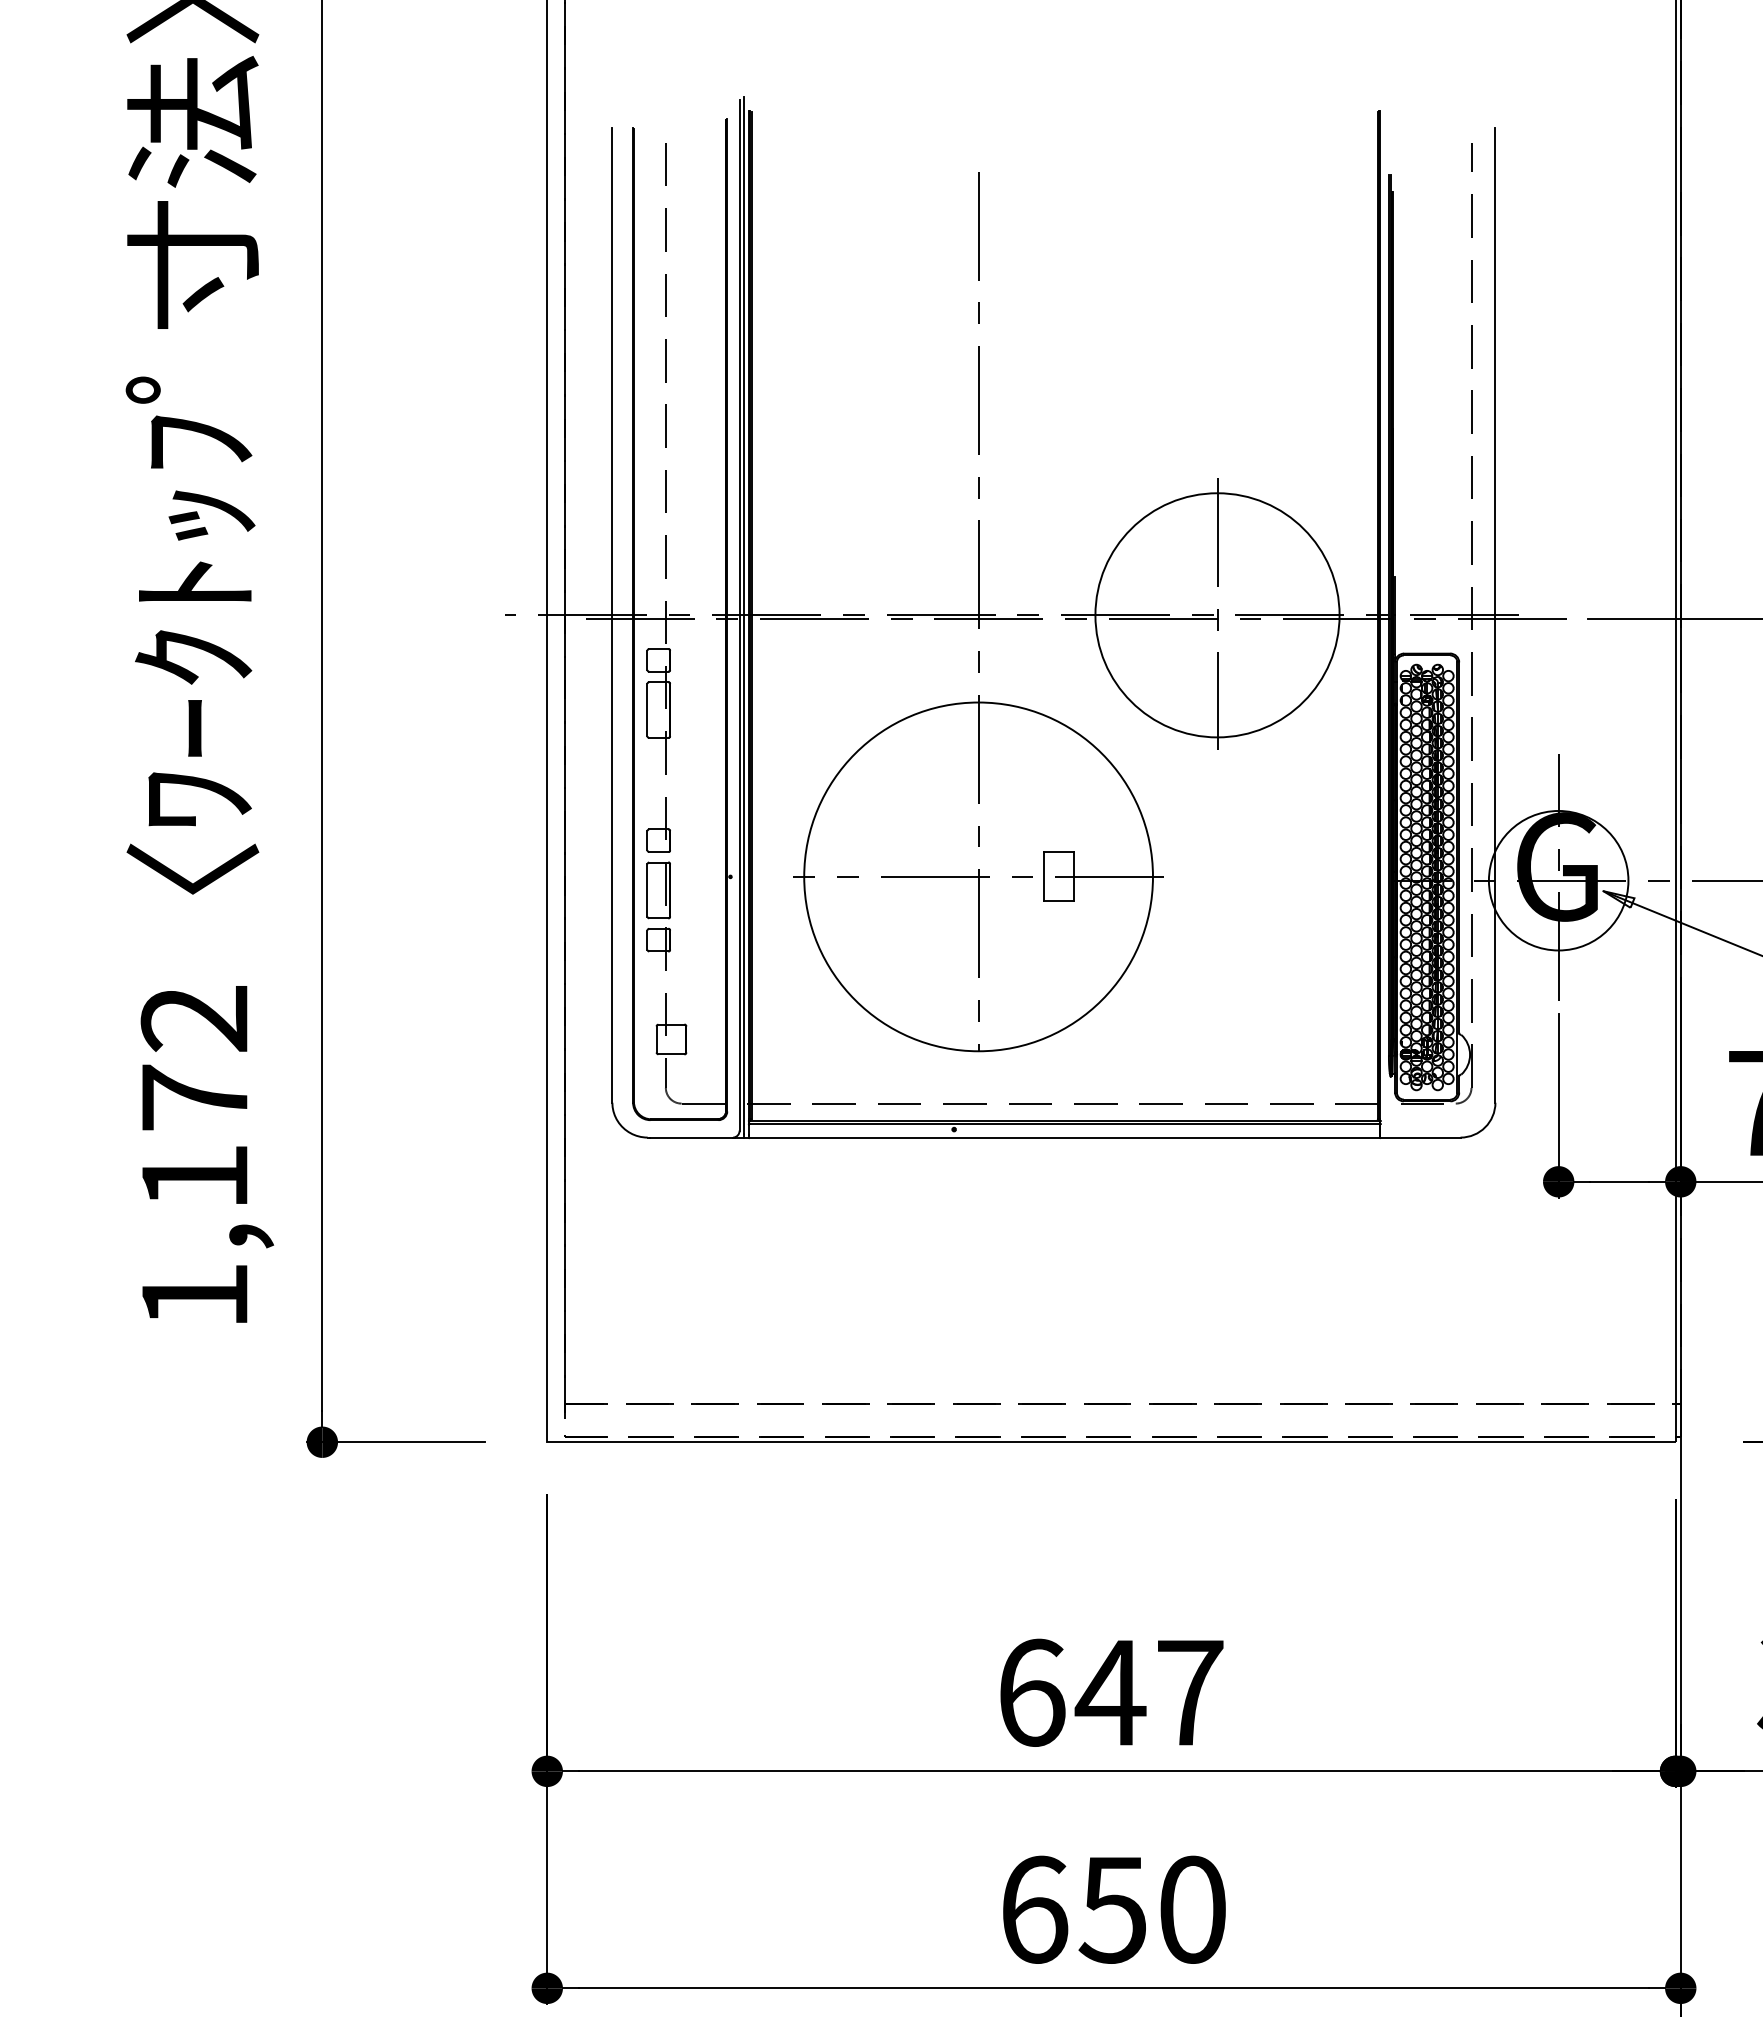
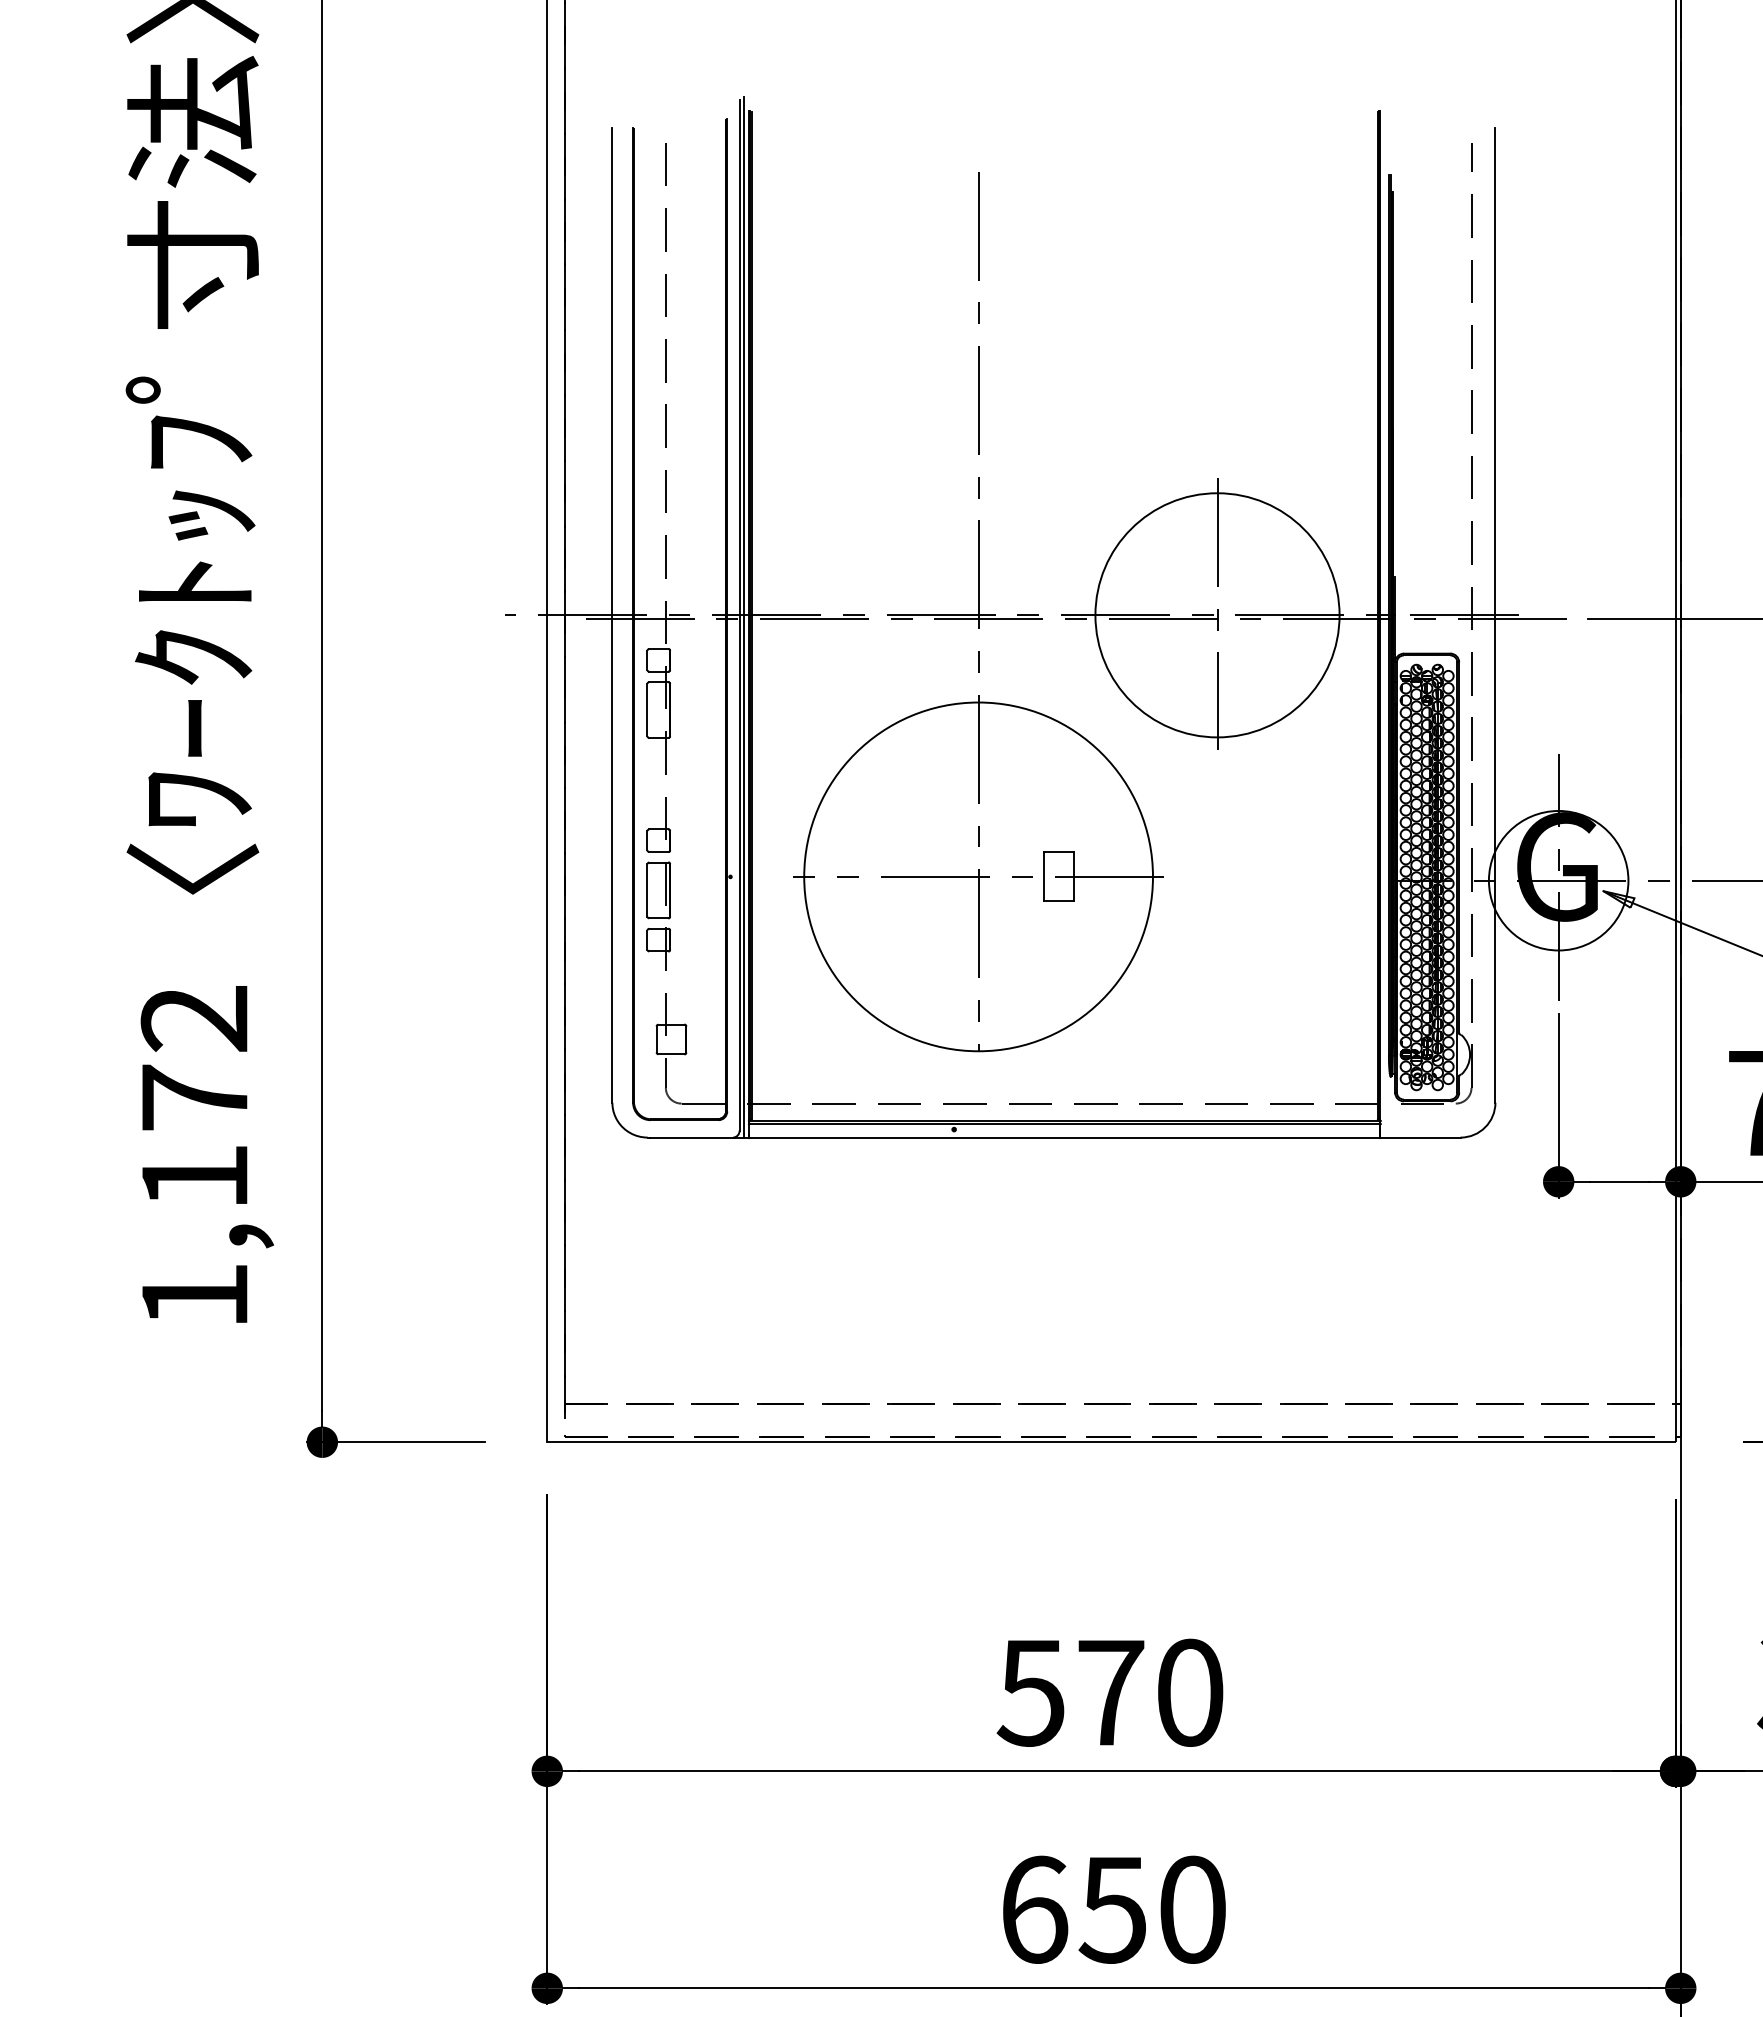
text at (1109, 1692): 647 -> 570
